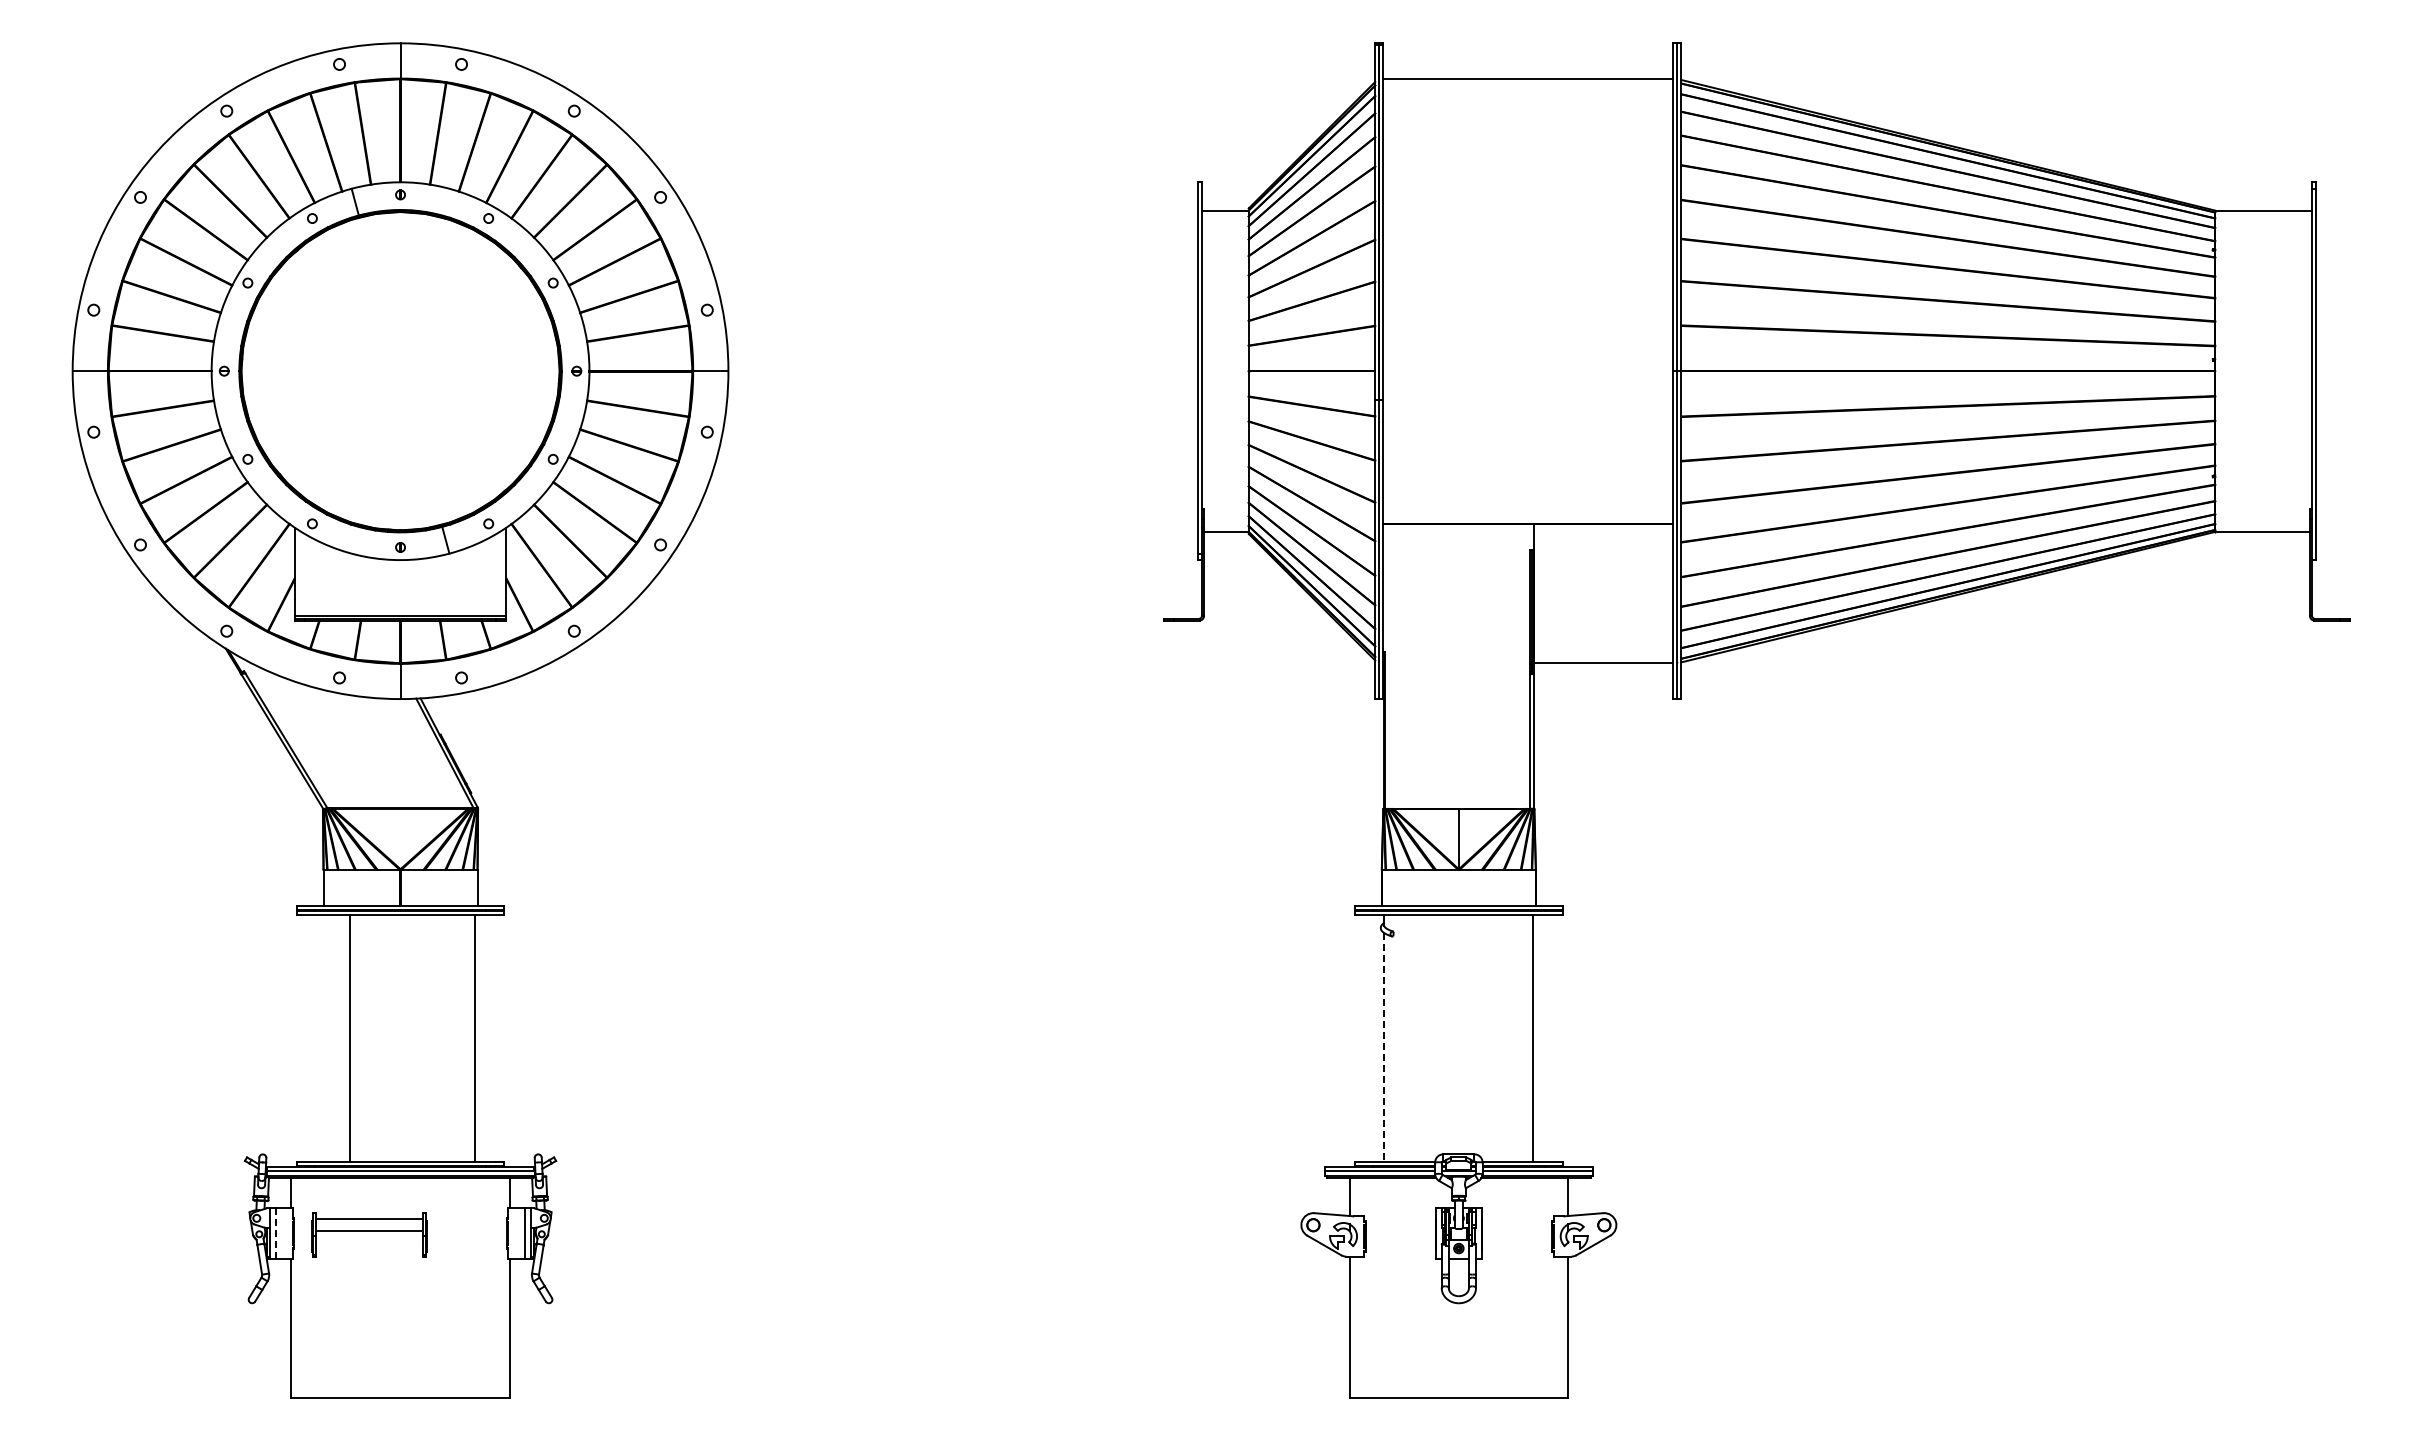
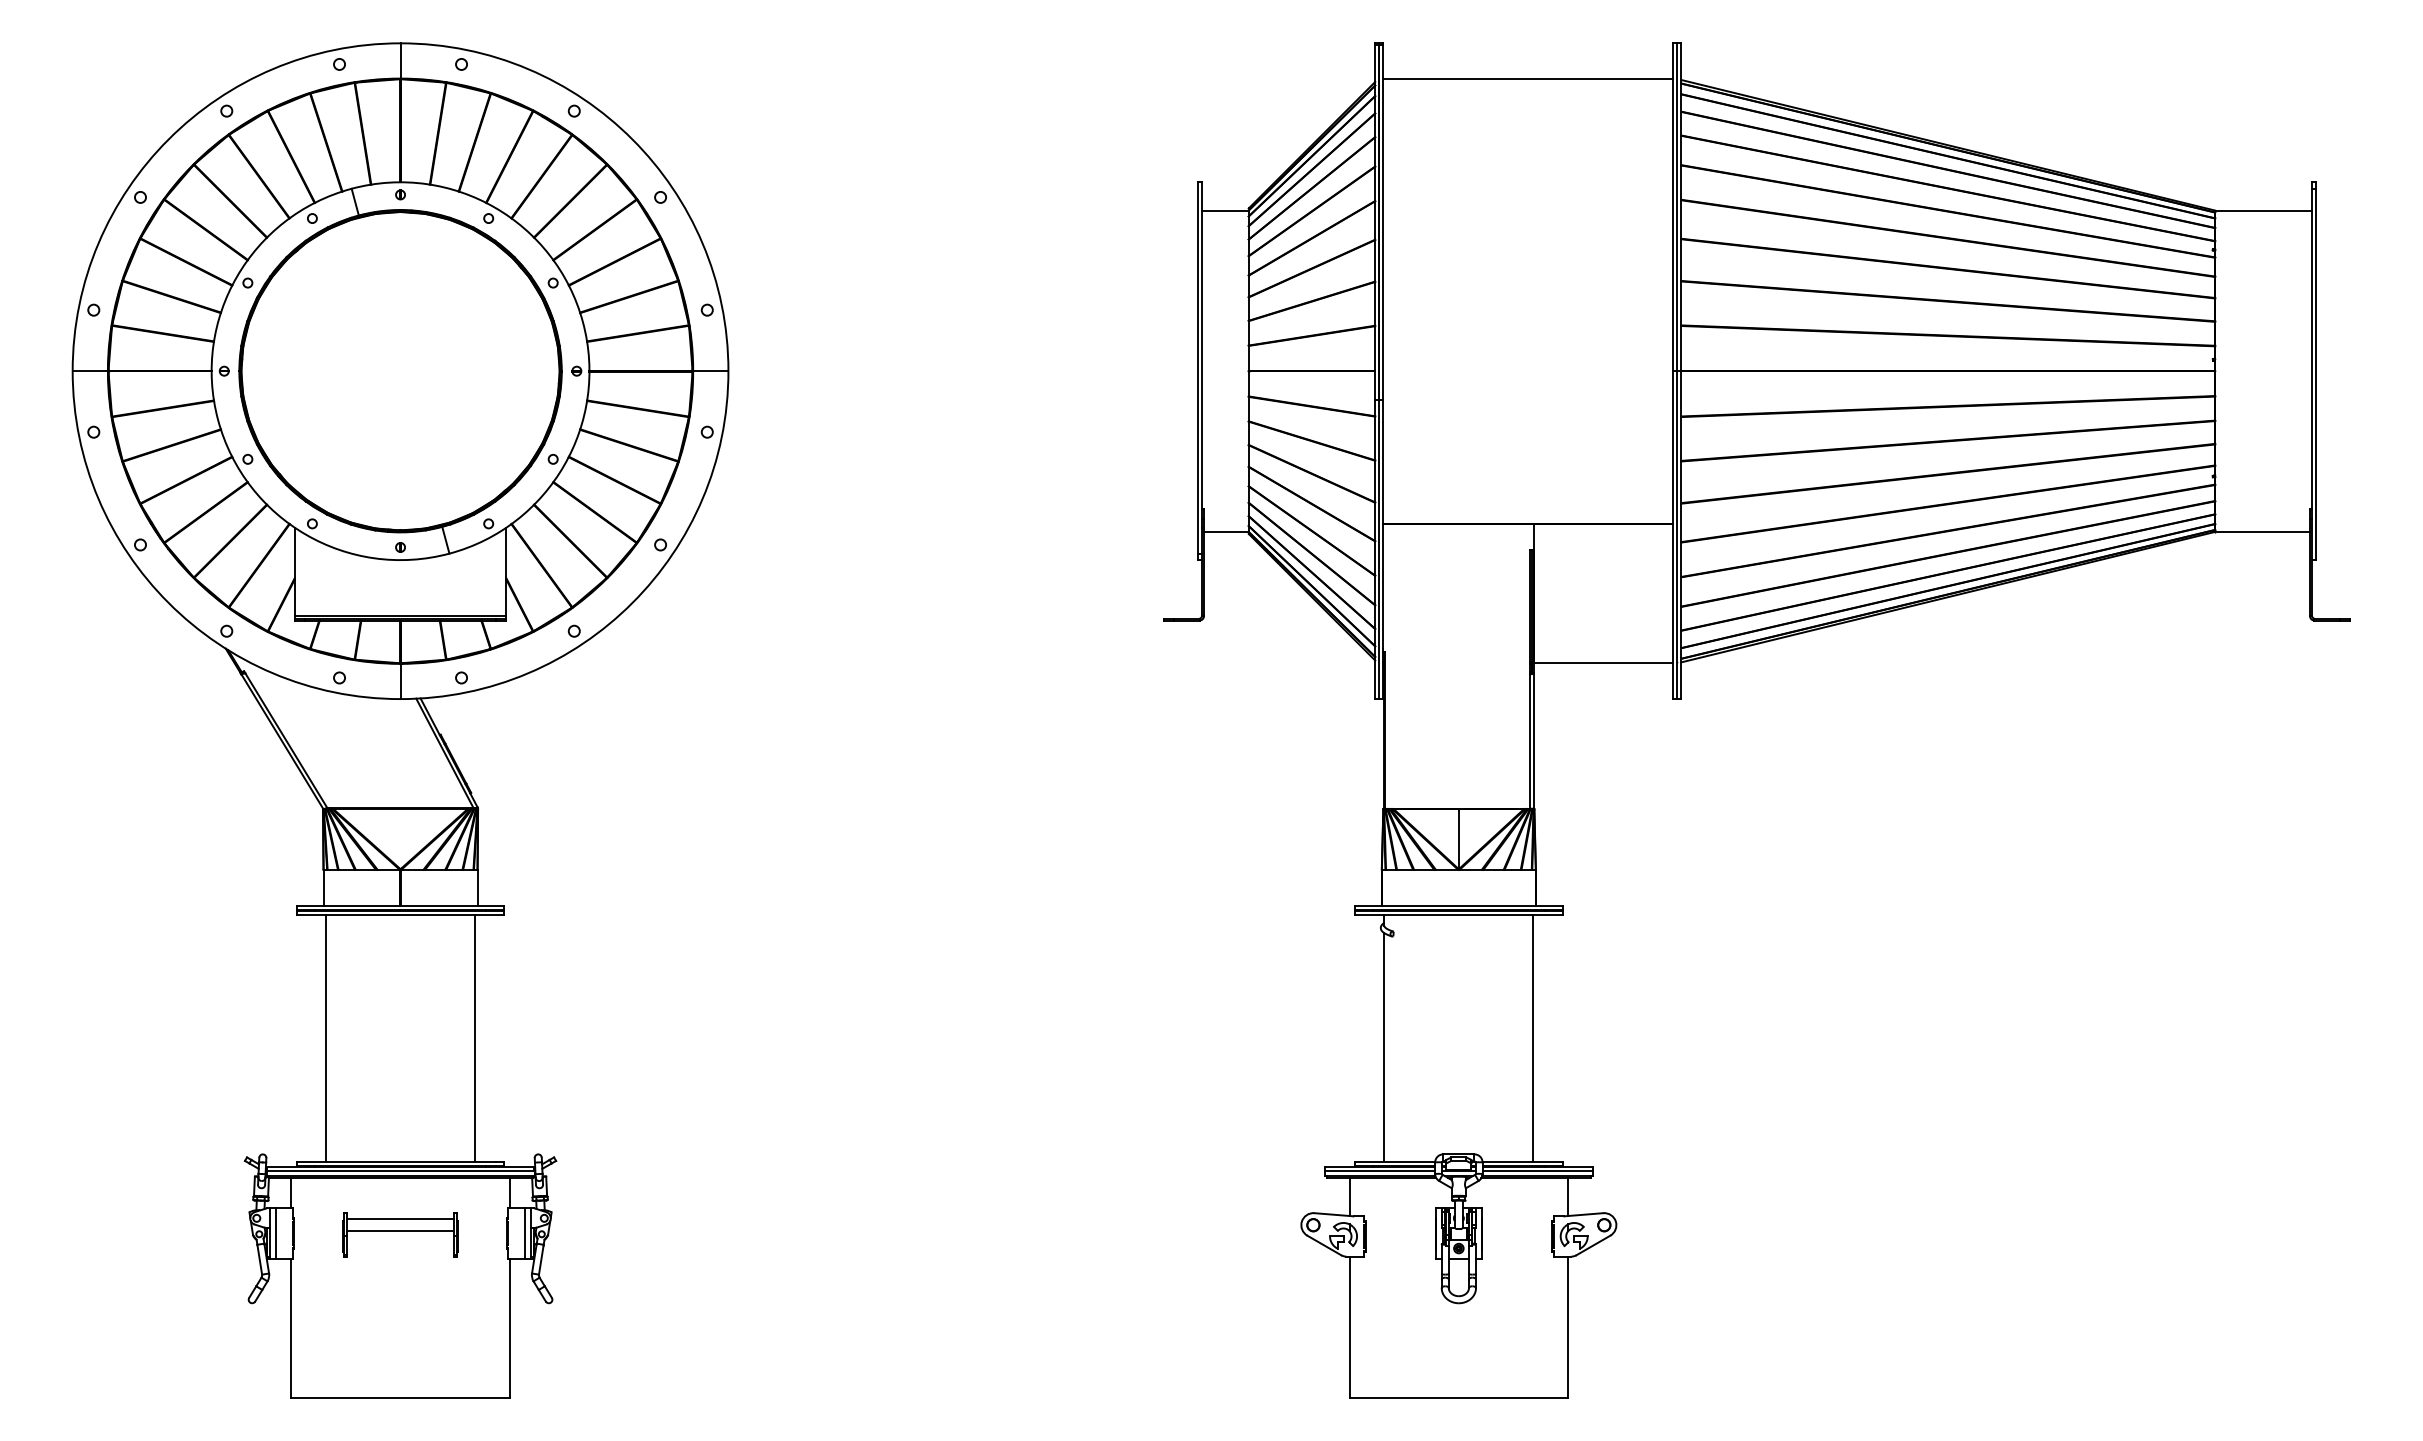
line at (350, 1038) position: (350, 1038) -> (326, 1038)
line at (1384, 1047): dashed -> solid
line at (276, 1232): dashed -> solid
part at (369, 1234) position: (369, 1234) -> (400, 1234)
